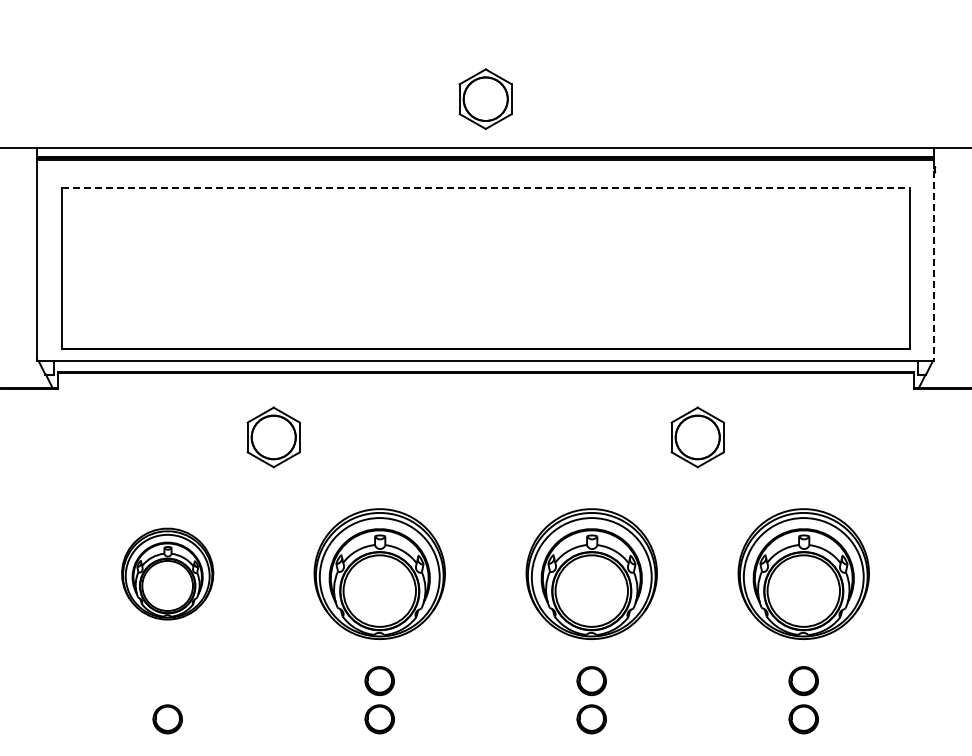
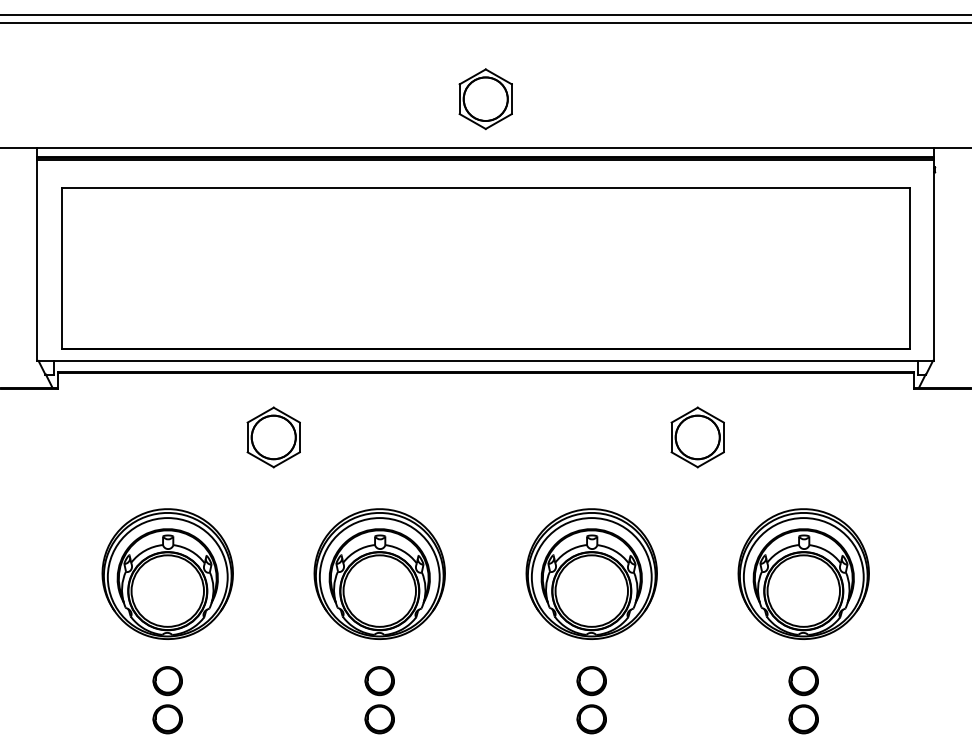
line at (485, 14): none -> present
line at (485, 22): none -> present
line at (486, 187): dashed -> solid
line at (934, 260): dashed -> solid
part at (167, 573) size: 94x94 px -> 133x132 px
part at (167, 681): none -> present
